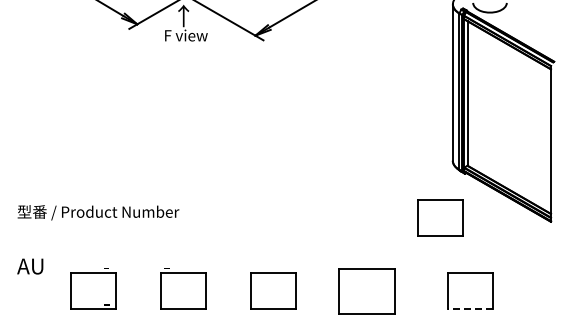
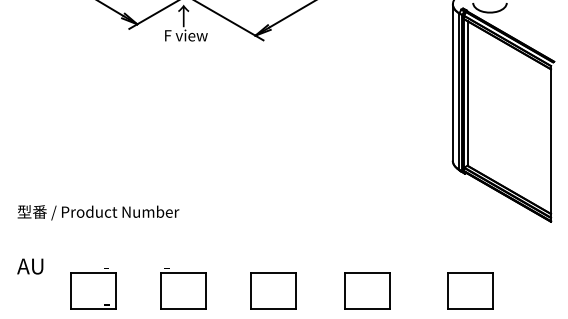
part at (440, 217): present -> none
part at (366, 291) size: 58x47 px -> 47x38 px
line at (470, 309): dashed -> solid
